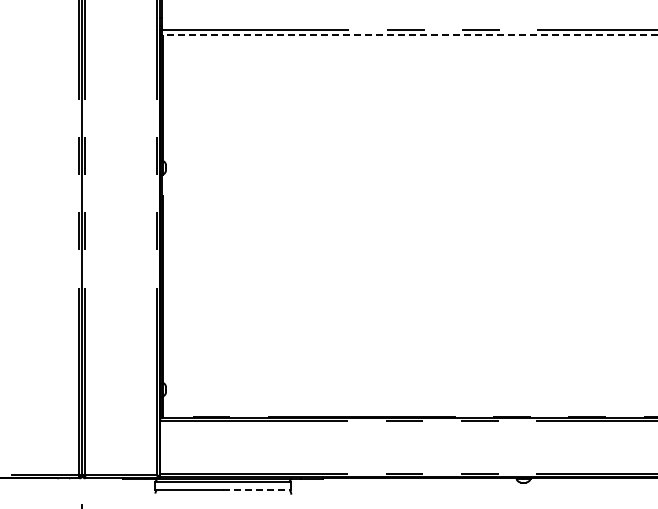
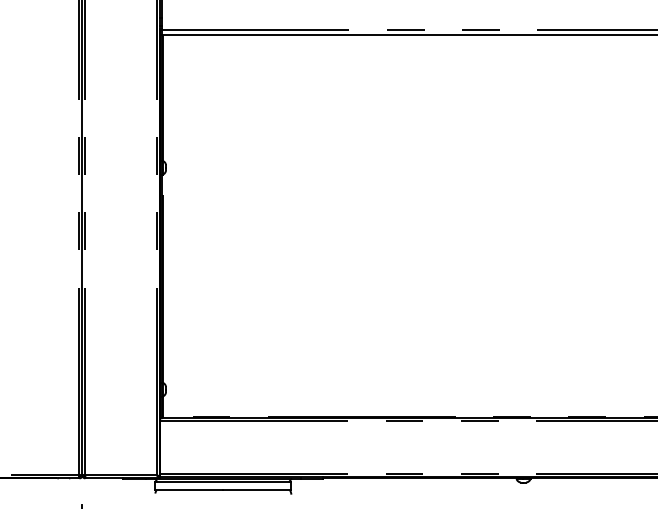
line at (409, 34): dashed -> solid
line at (257, 490): dashed -> solid
